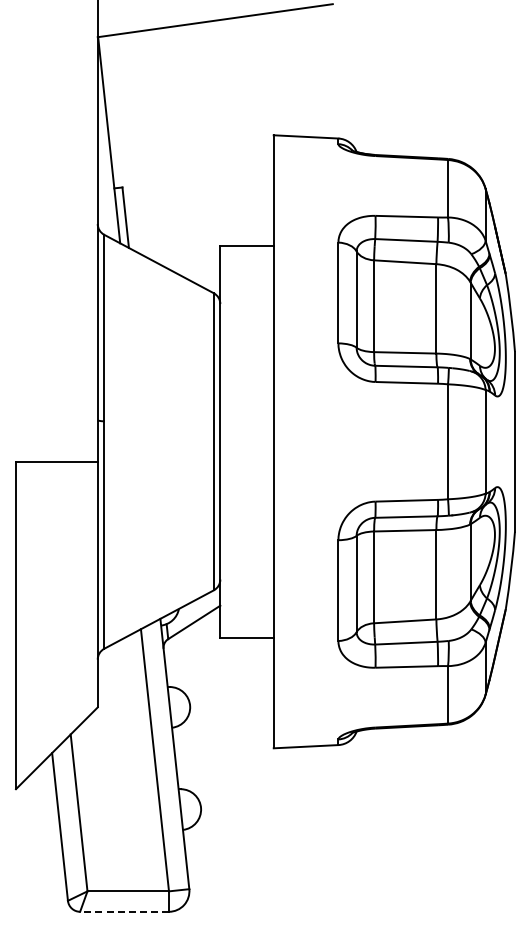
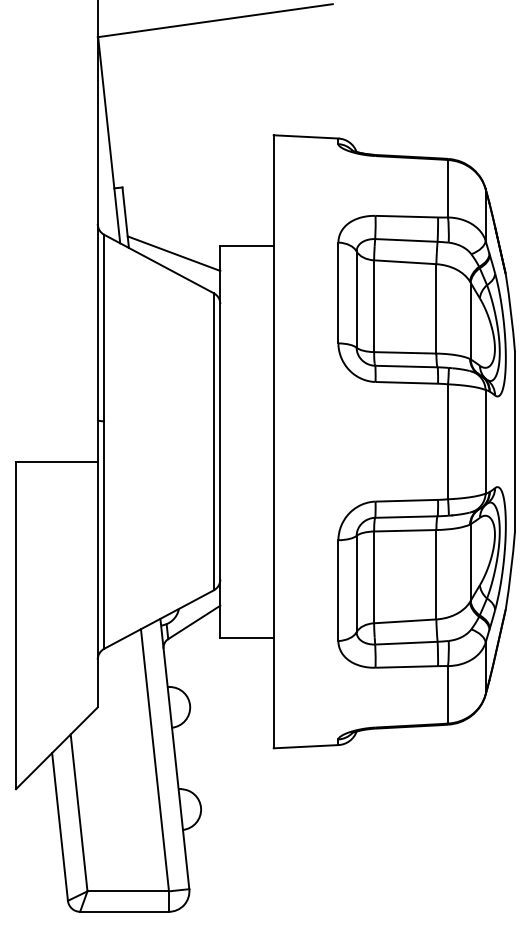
line at (173, 253): none -> present
line at (124, 911): dashed -> solid
